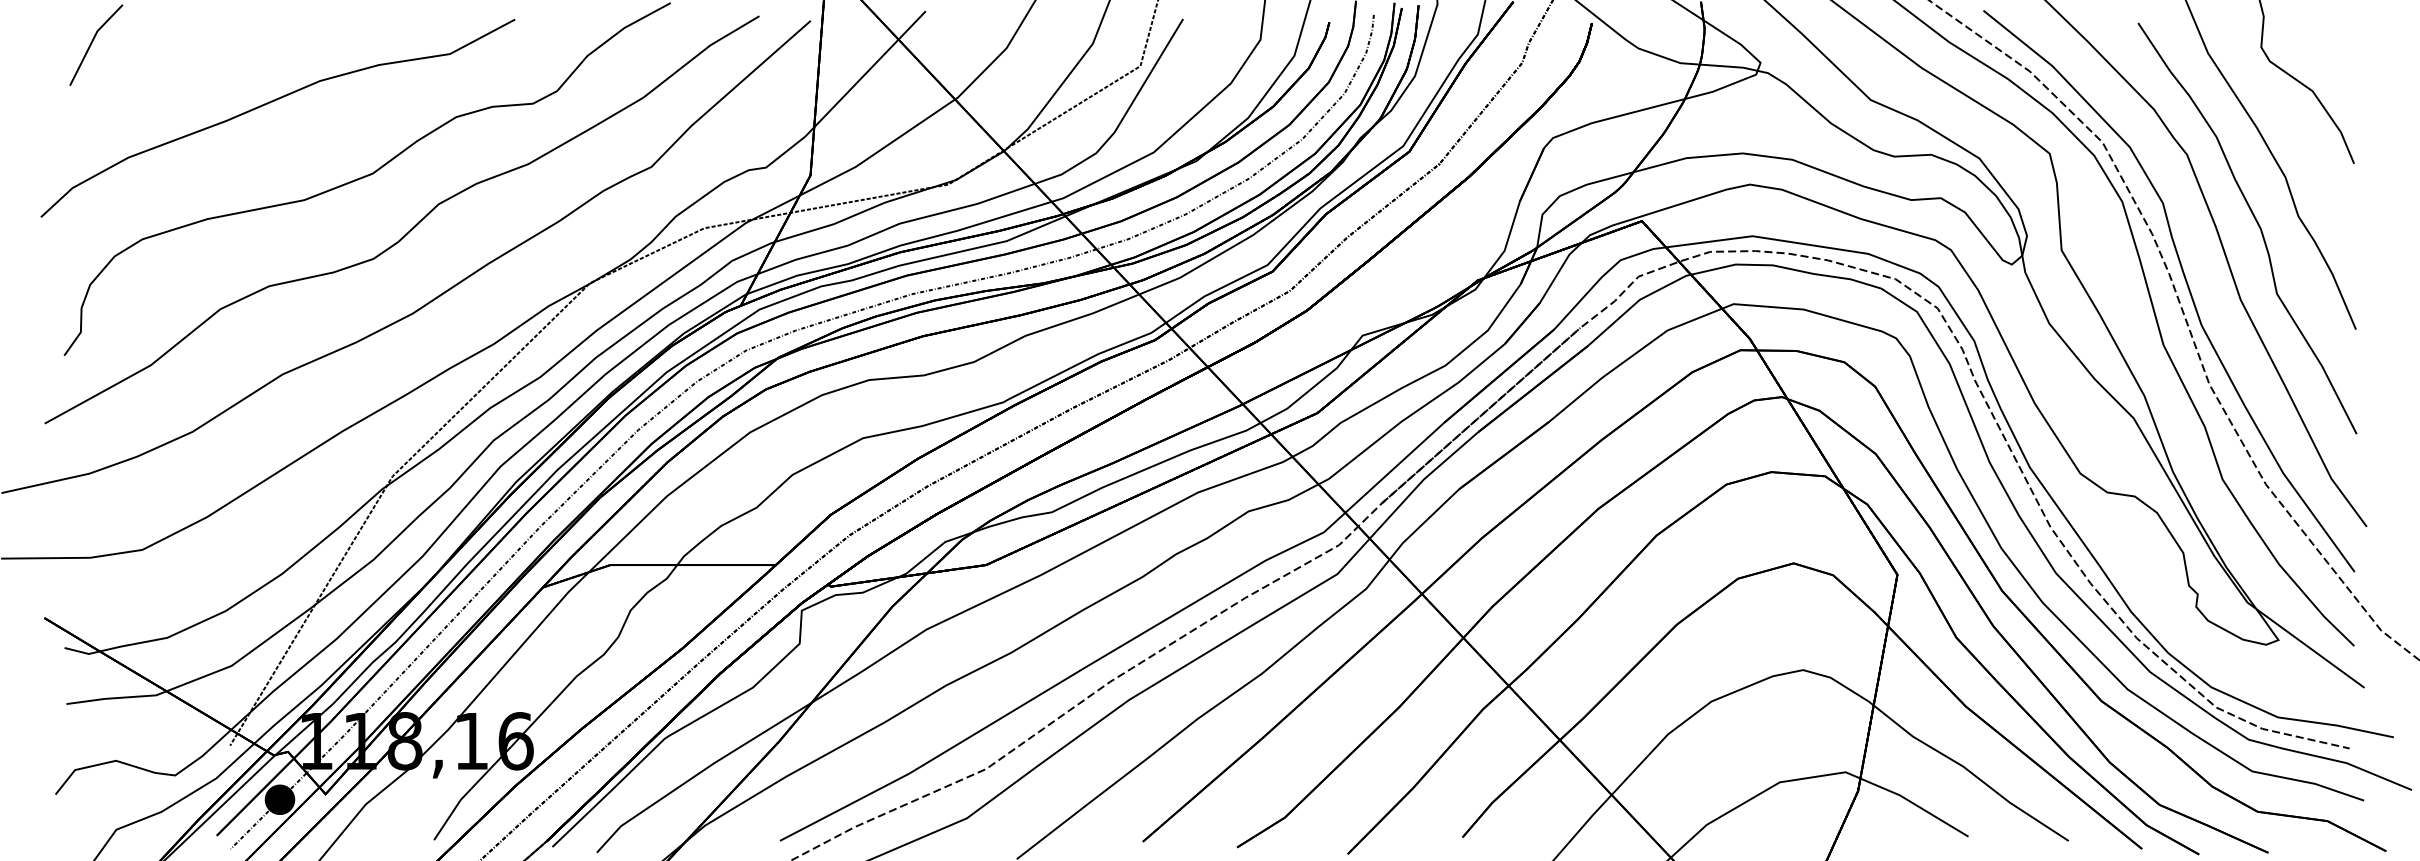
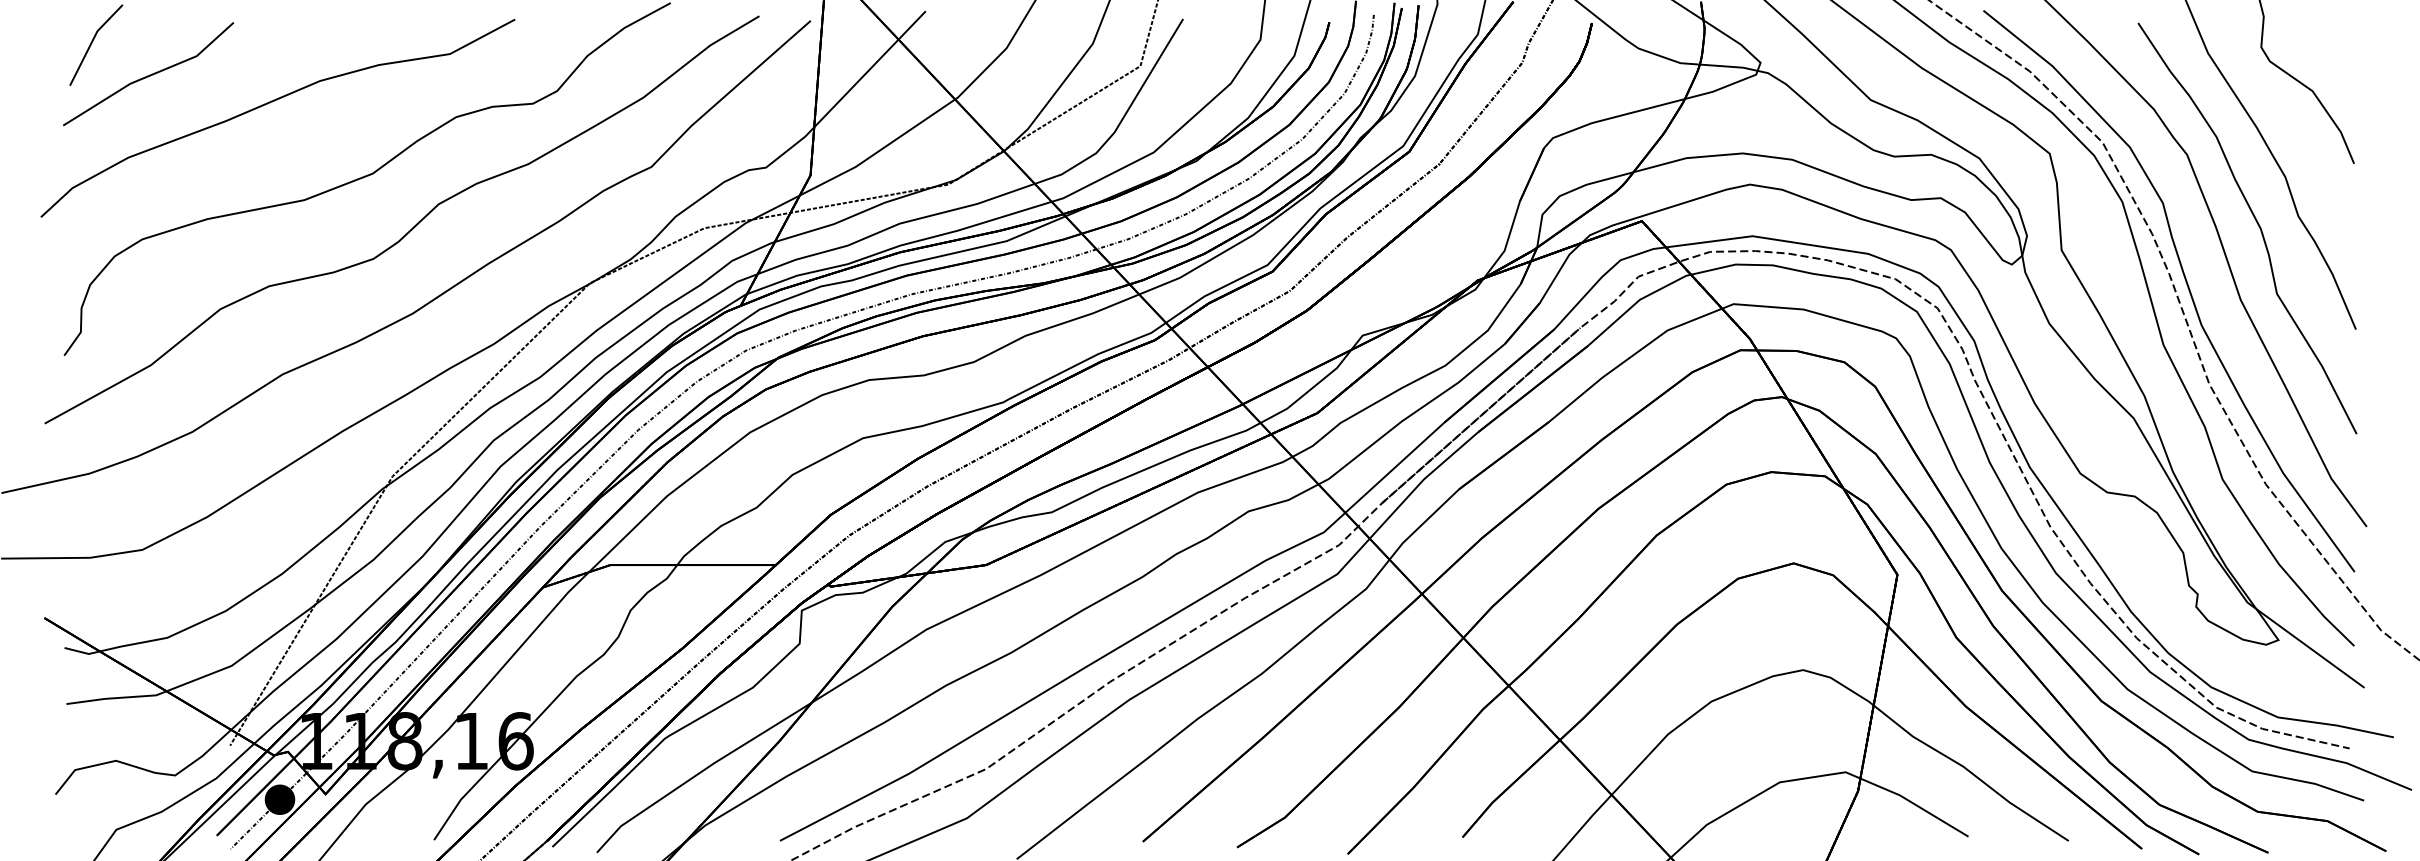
part at (148, 74): none -> present
